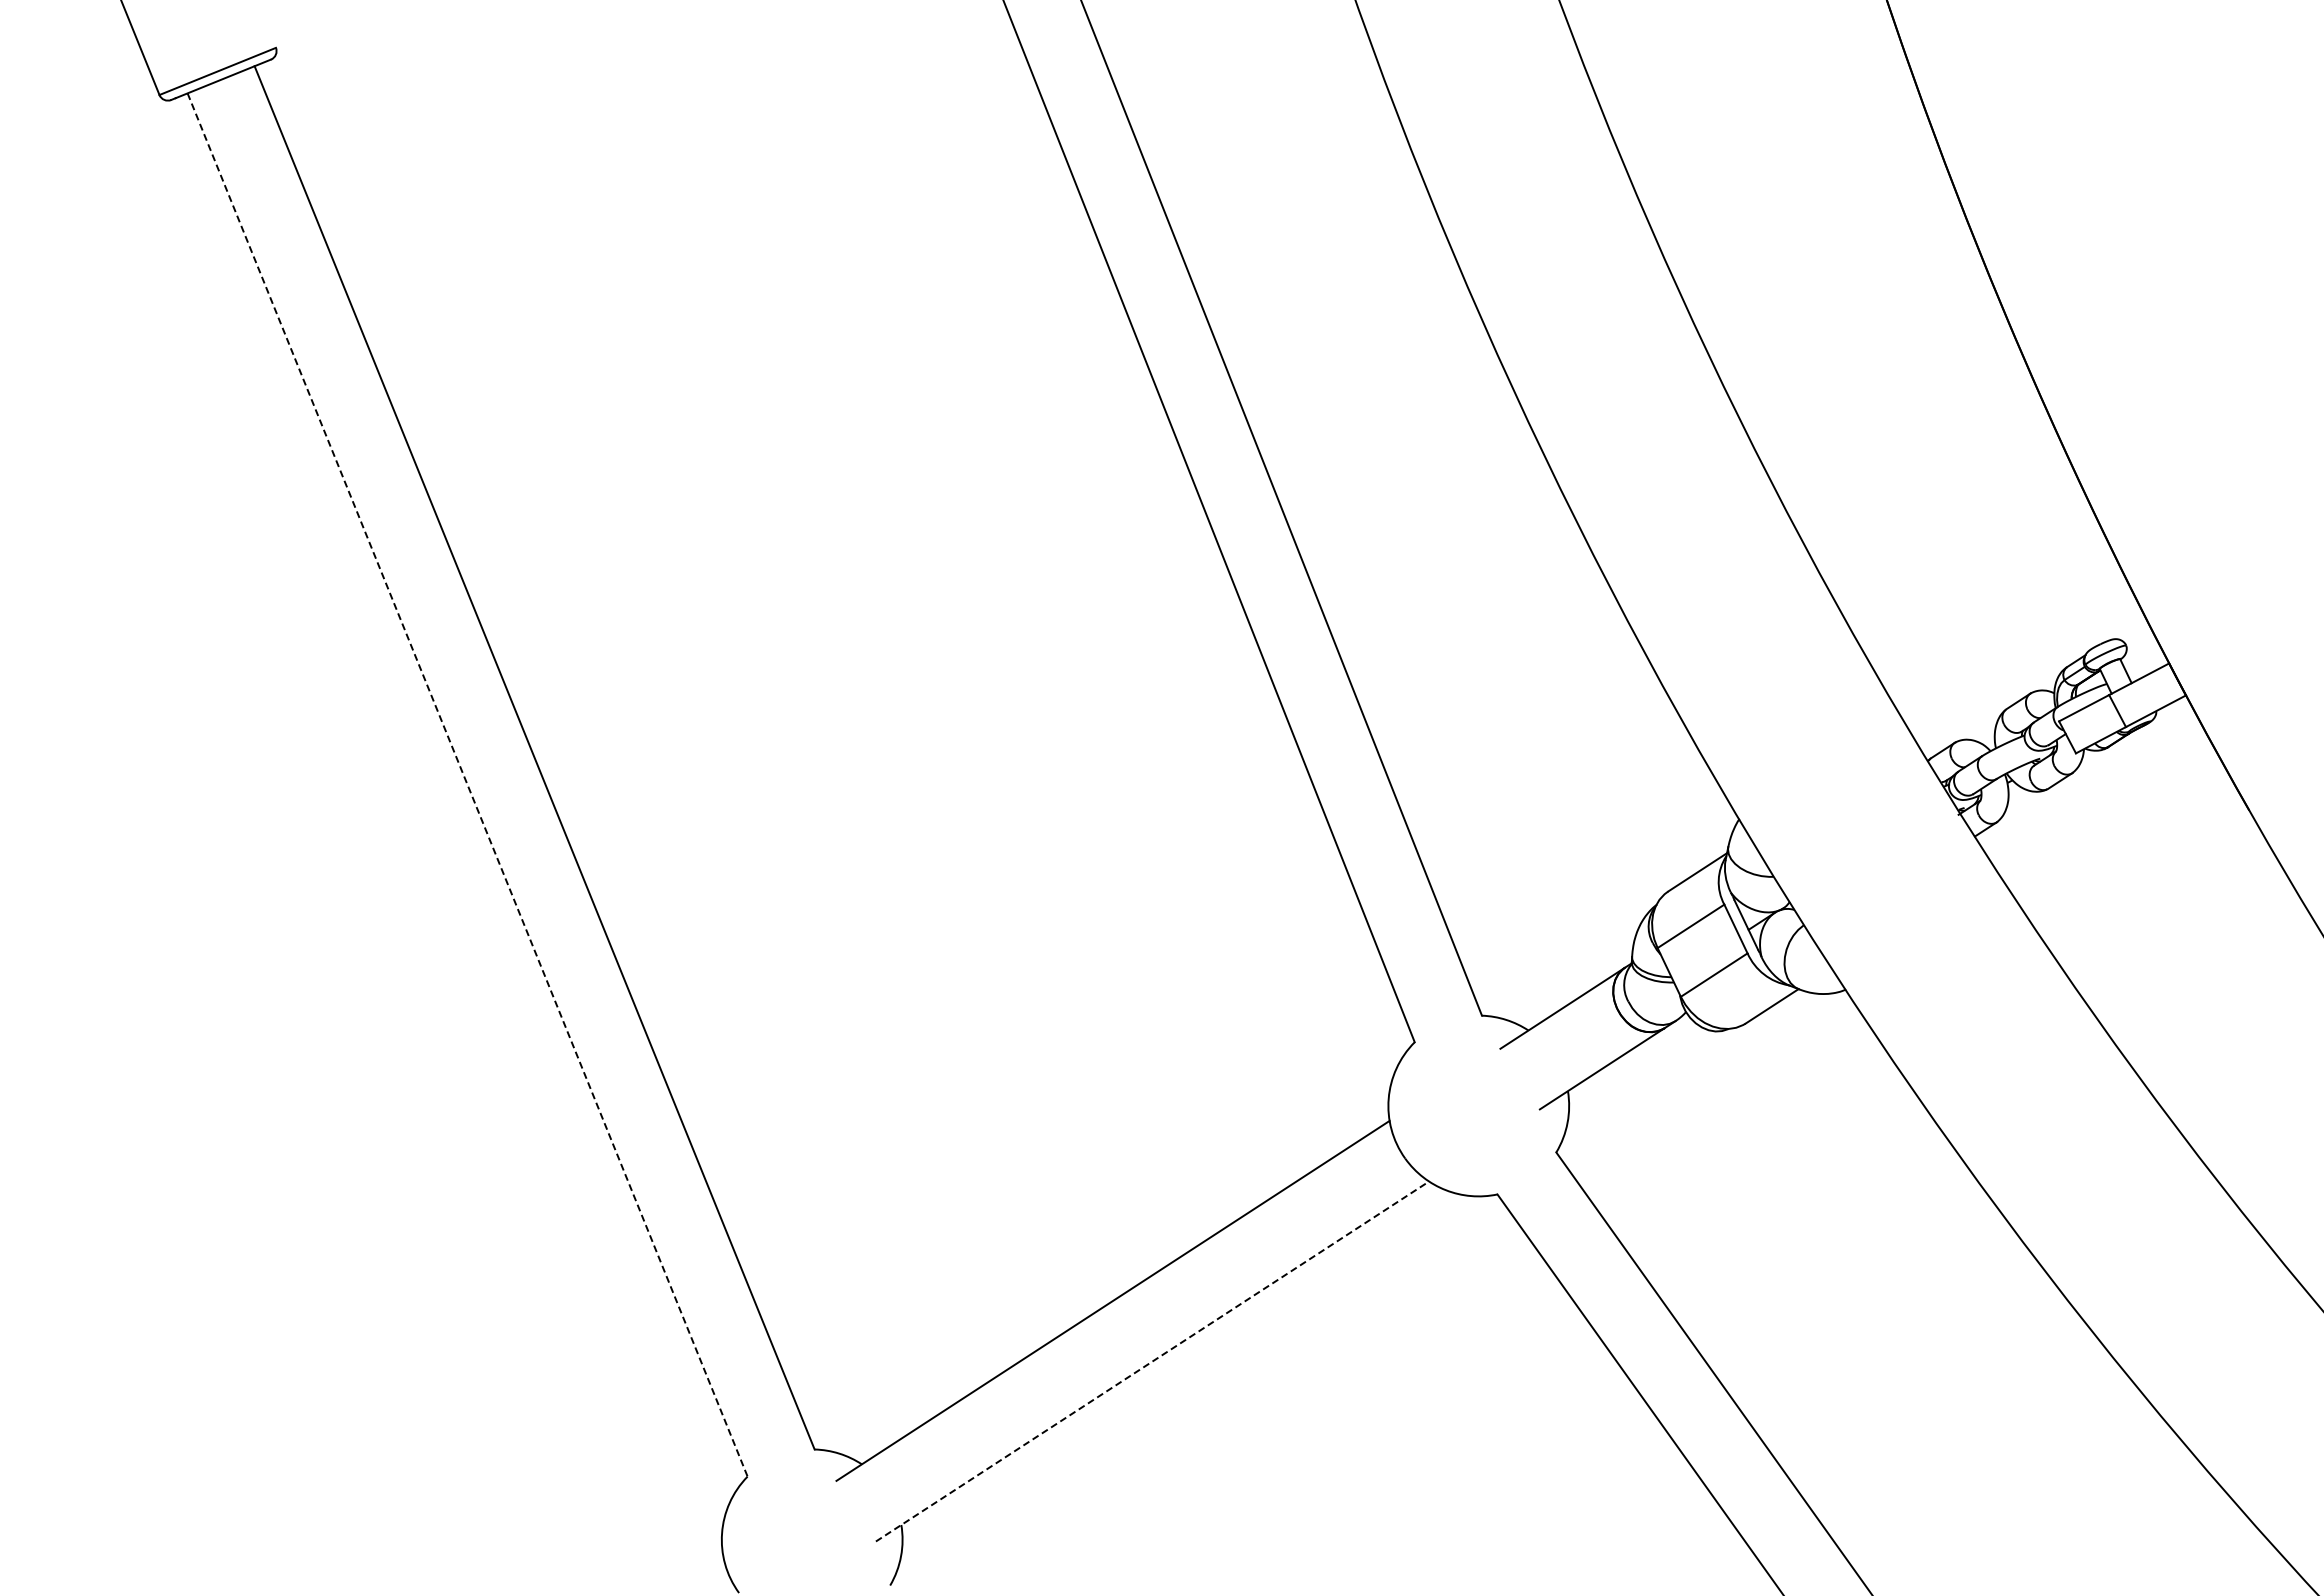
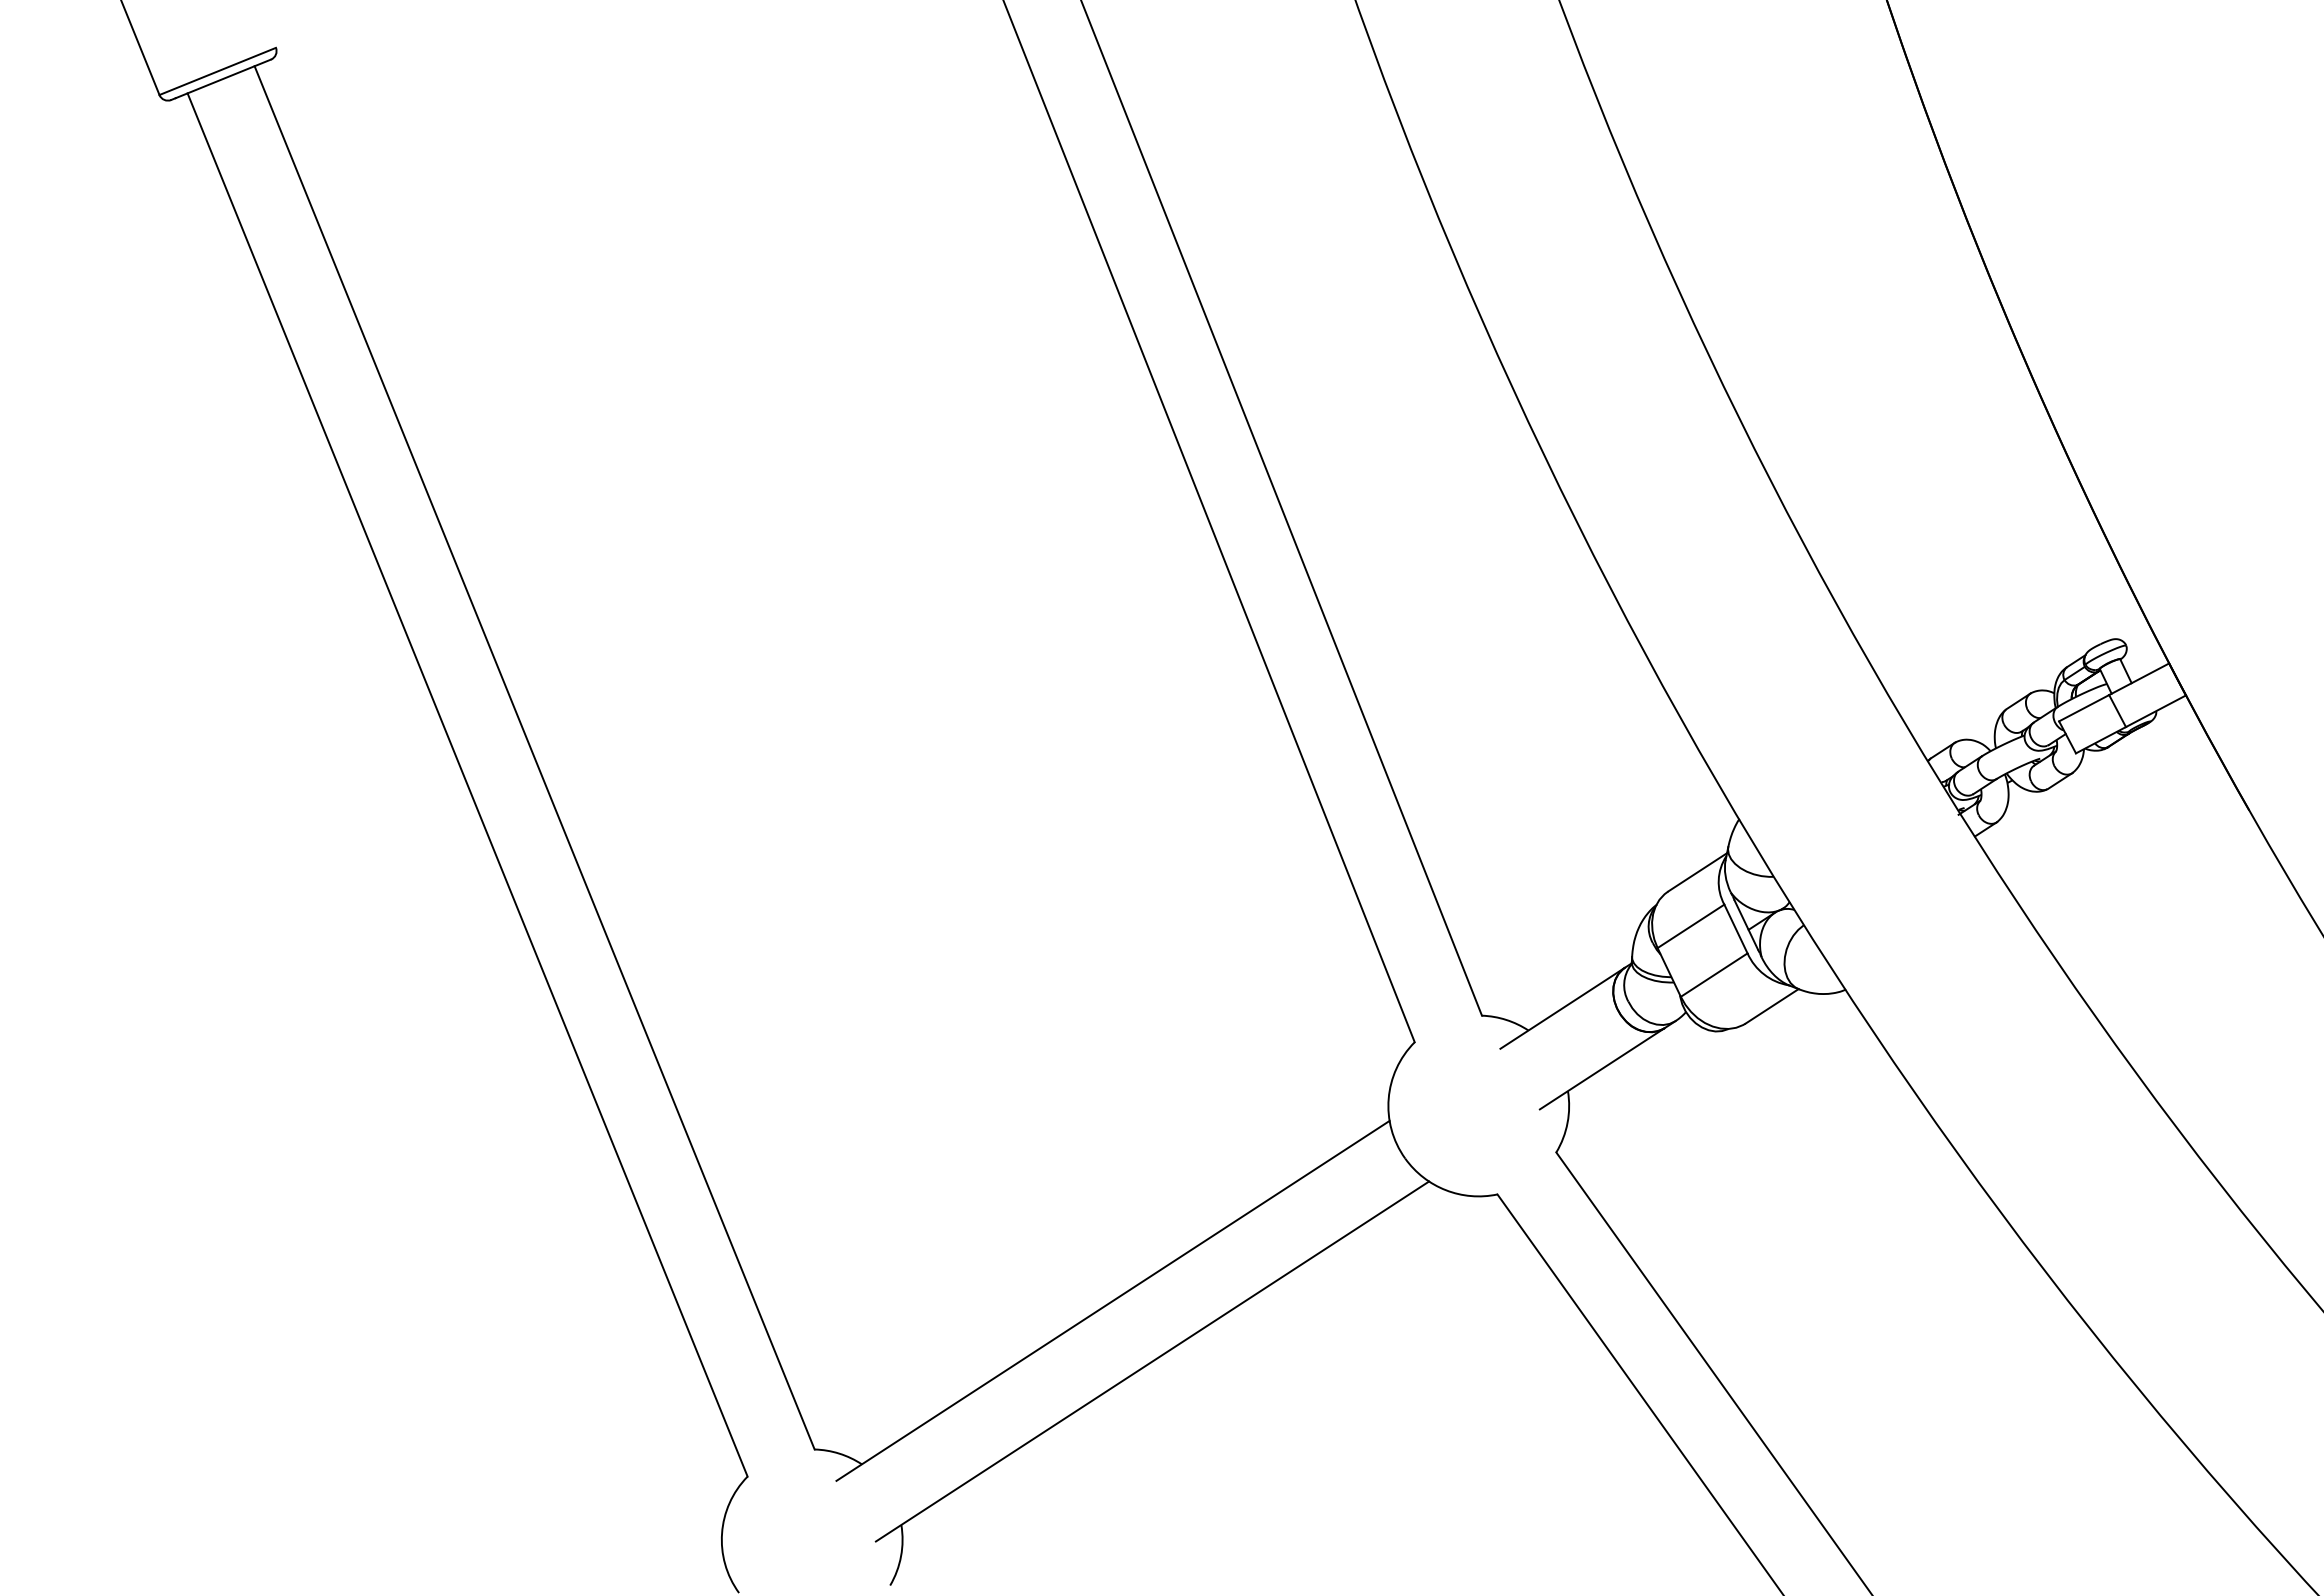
line at (467, 785): dashed -> solid
line at (1152, 1361): dashed -> solid
